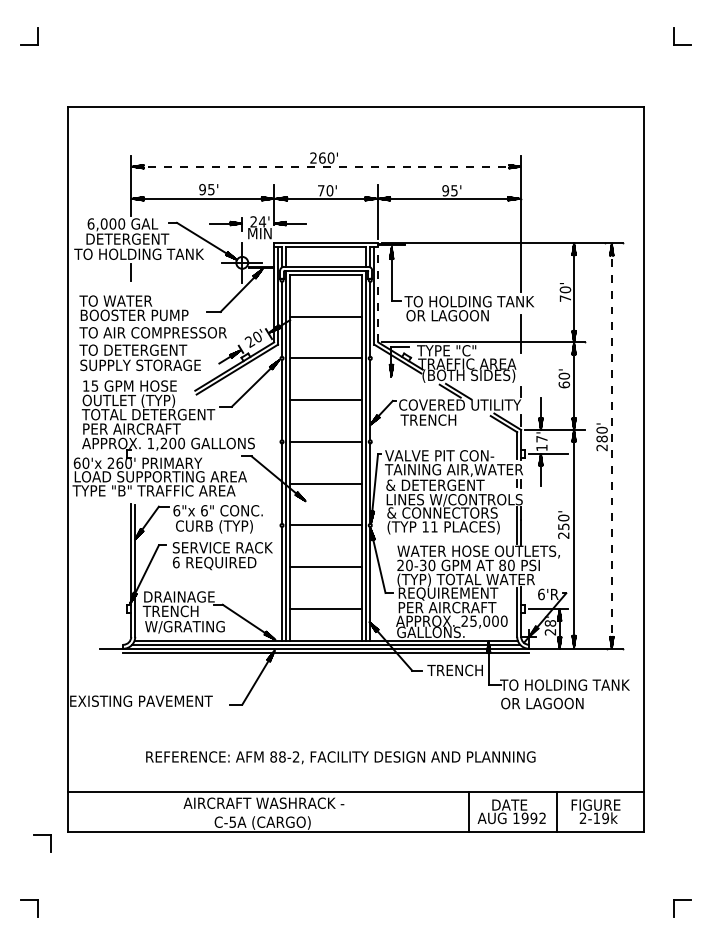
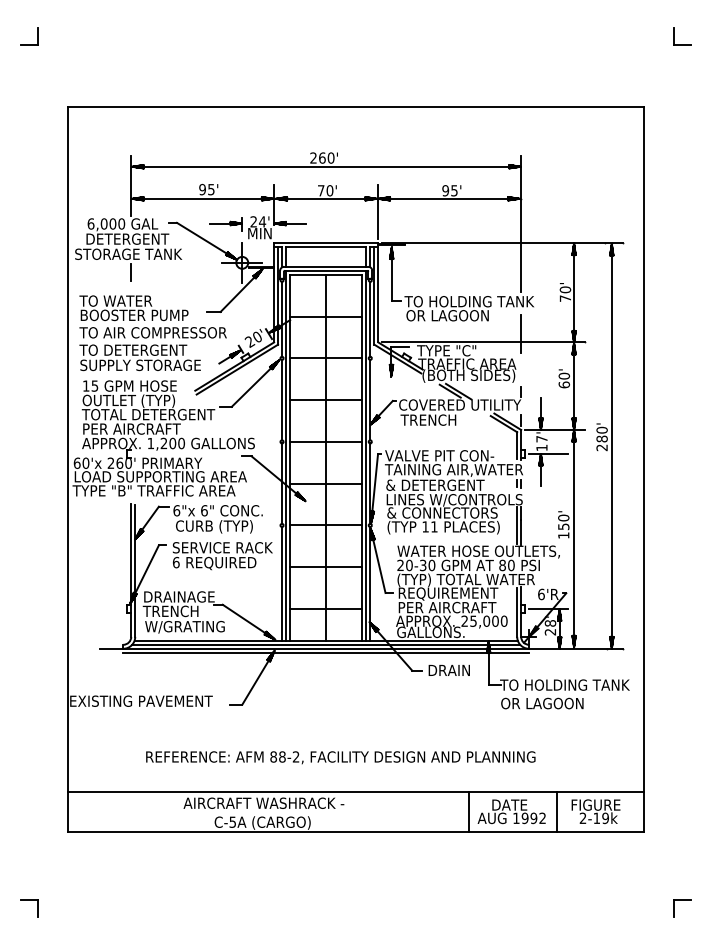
line at (326, 166): dashed -> solid
text at (138, 253): TO HOLDING TANK -> STORAGE TANK
line at (378, 292): dashed -> solid
line at (611, 445): dashed -> solid
line at (326, 457): none -> present
text at (563, 535): 250' -> 150'
text at (454, 670): TRENCH -> DRAIN
part at (42, 835): present -> none
